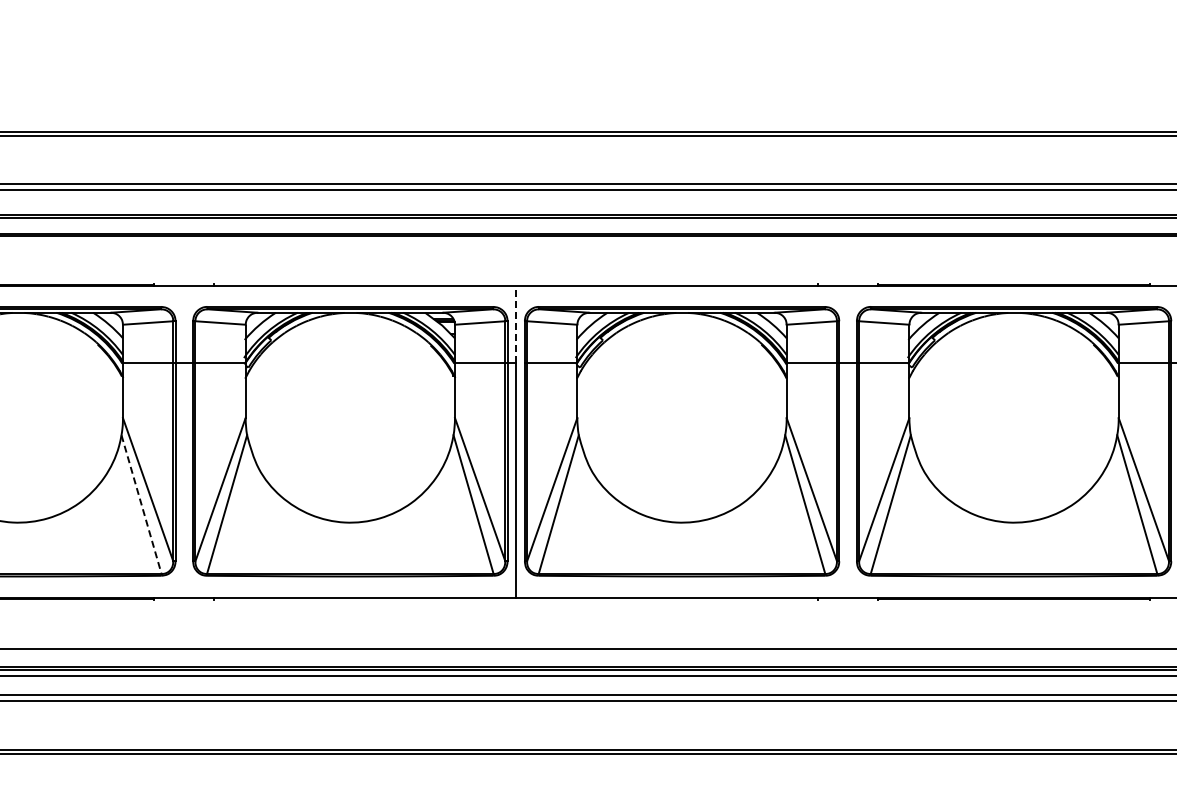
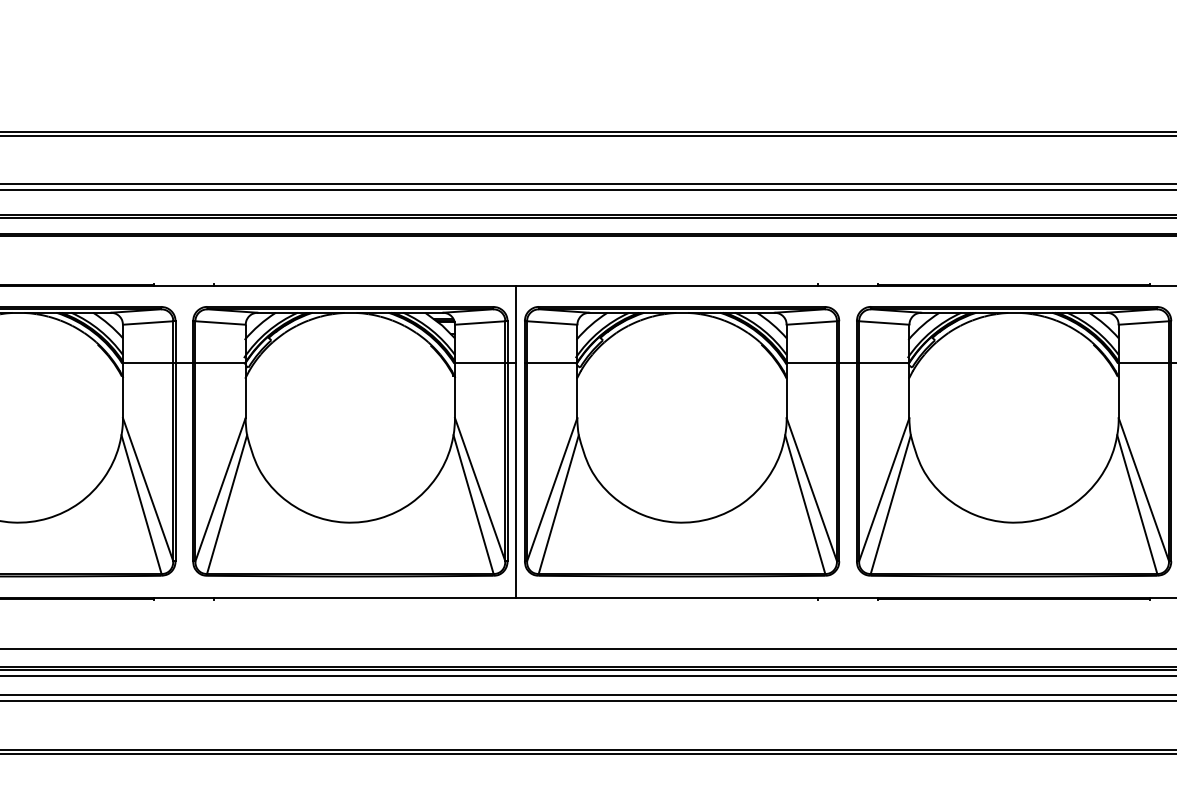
line at (516, 324): dashed -> solid
line at (141, 505): dashed -> solid
